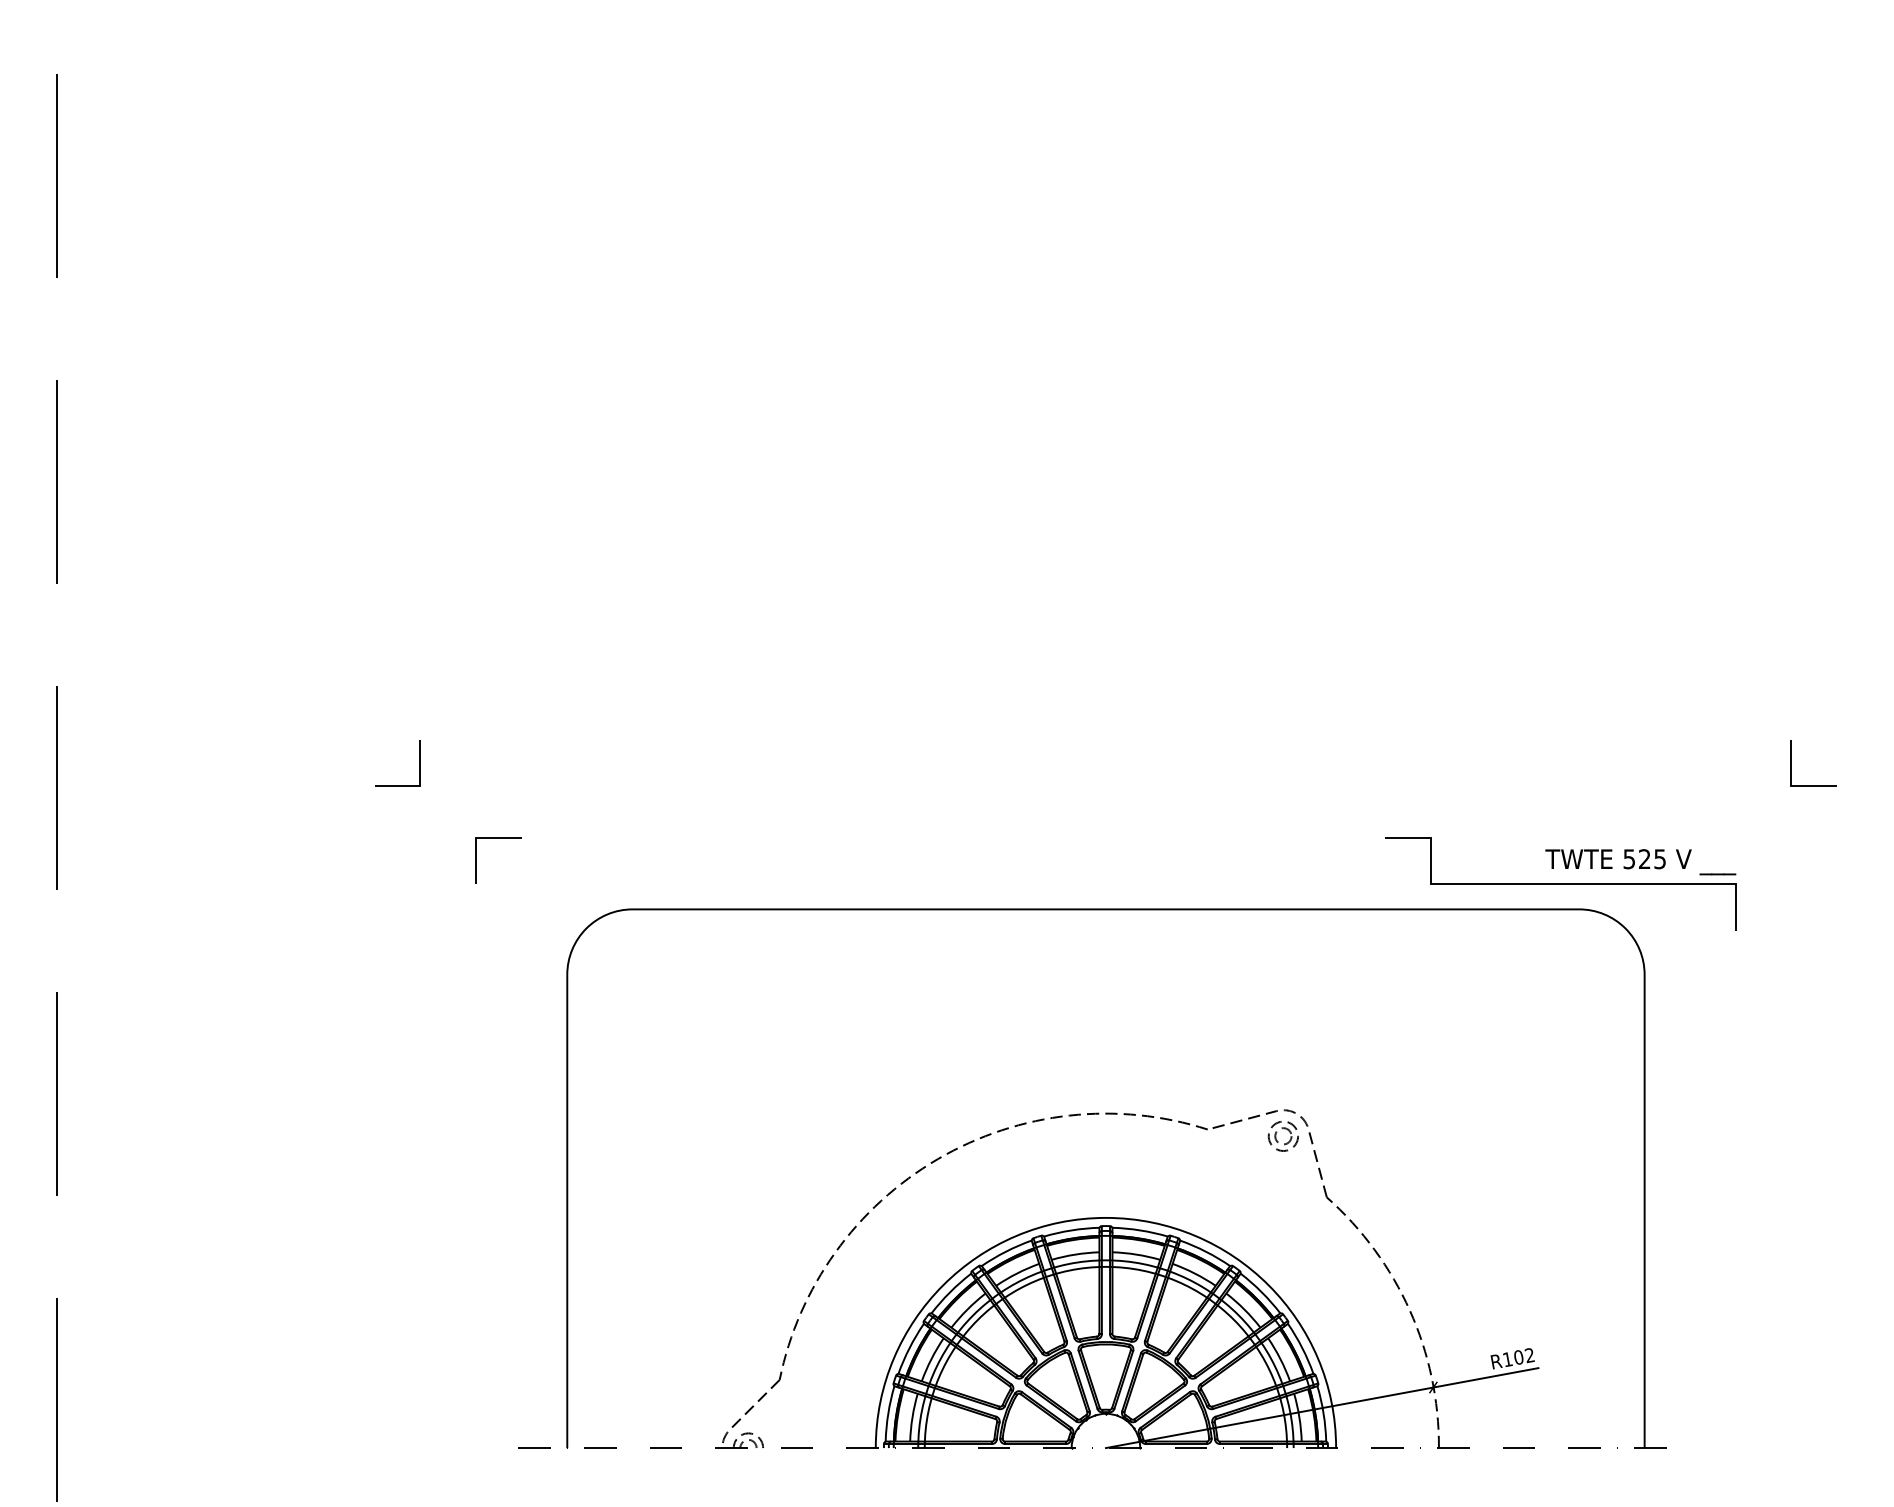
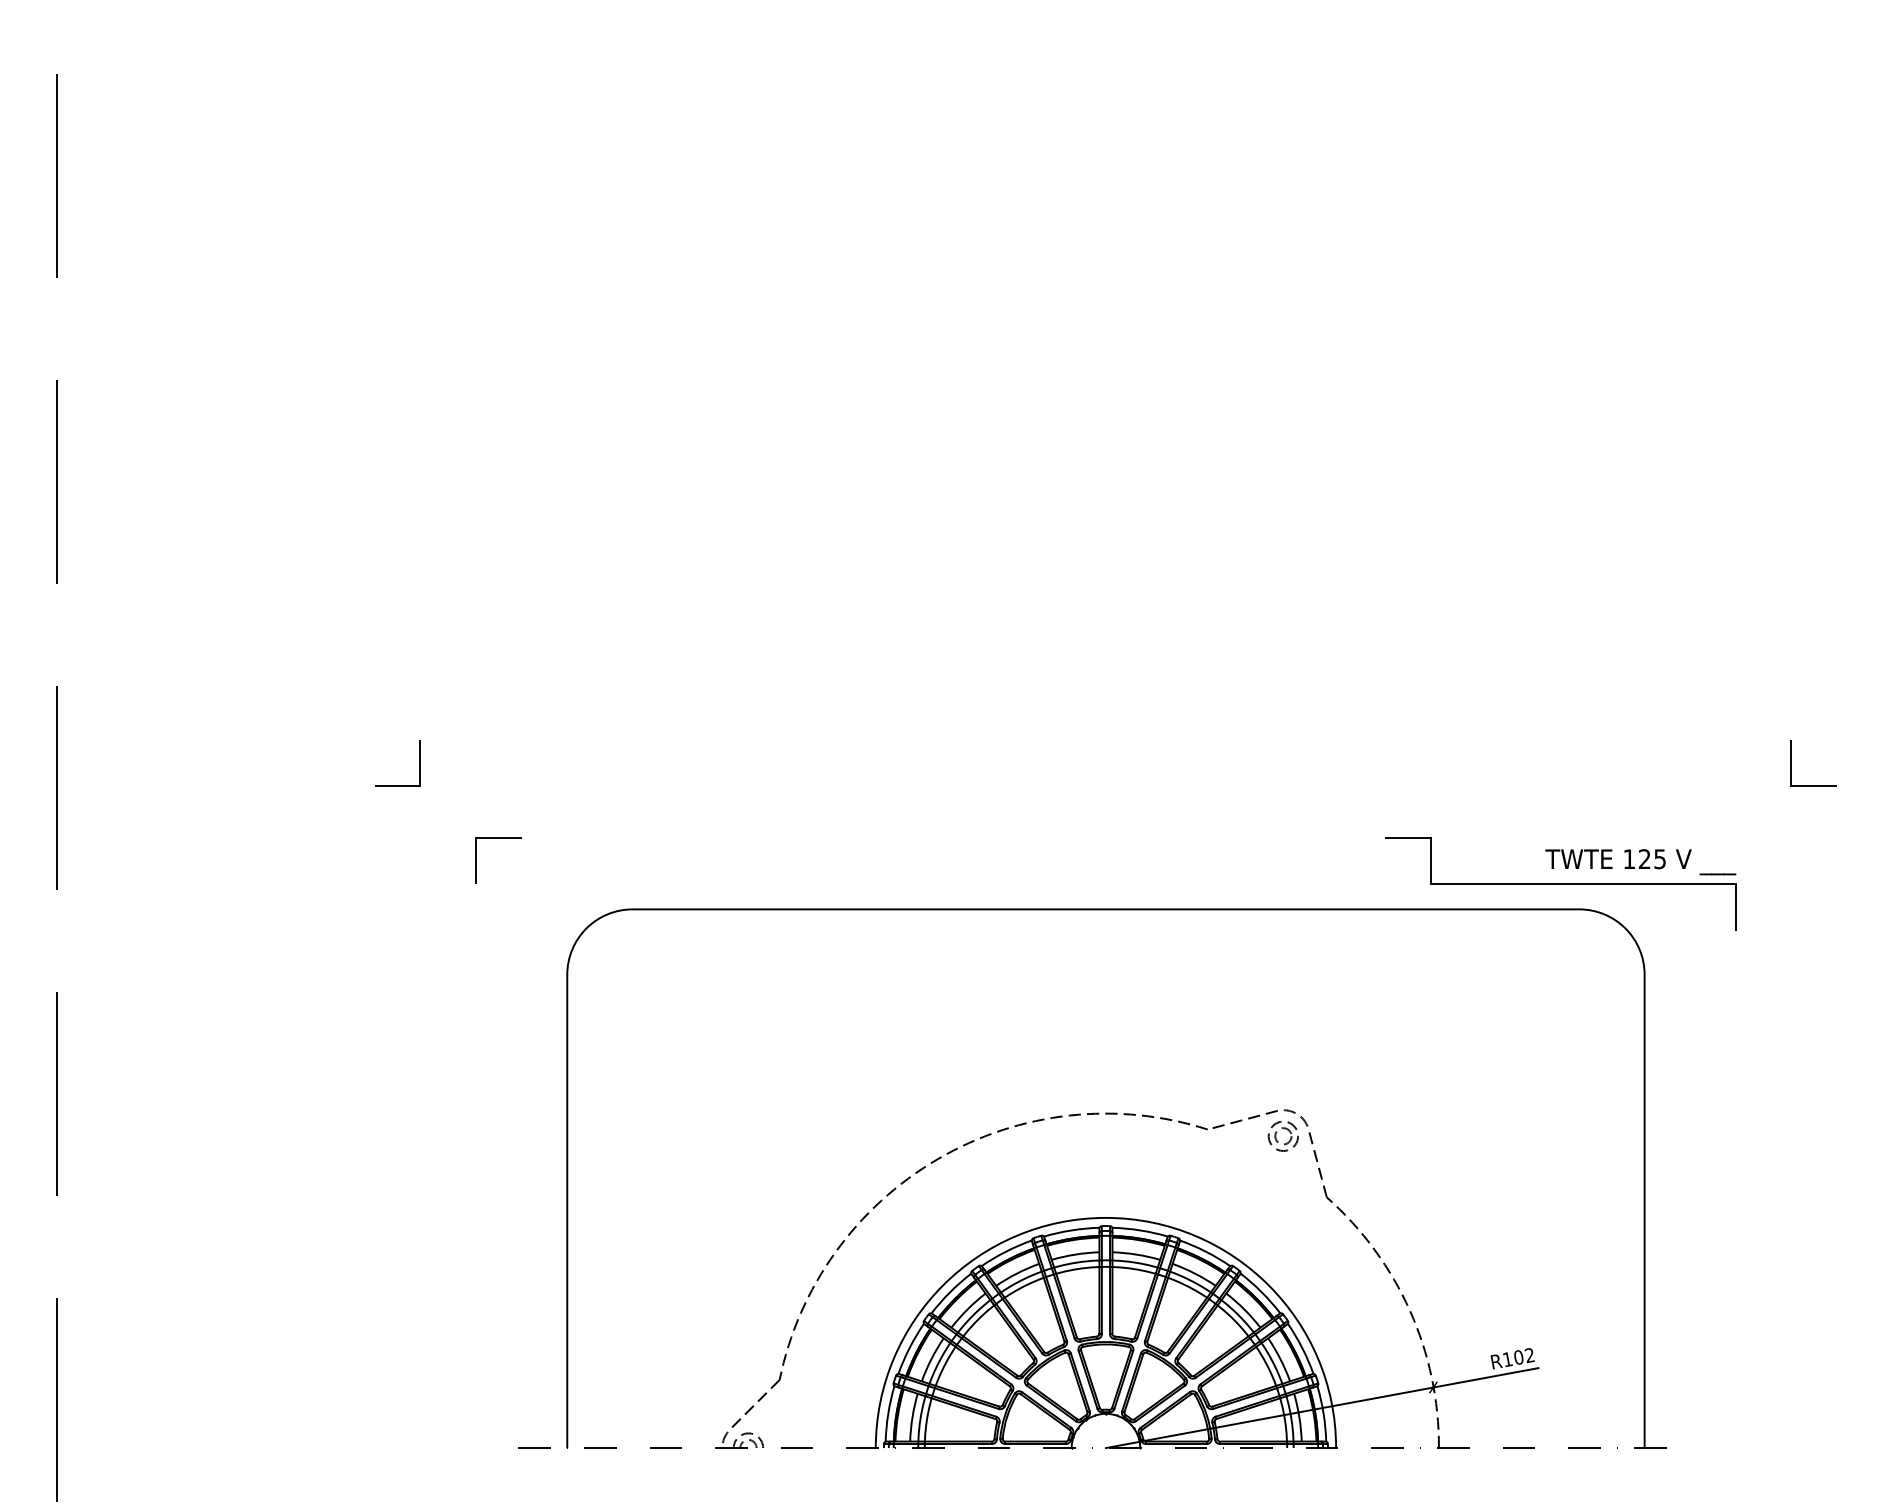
text at (1628, 859): 525 -> 125
